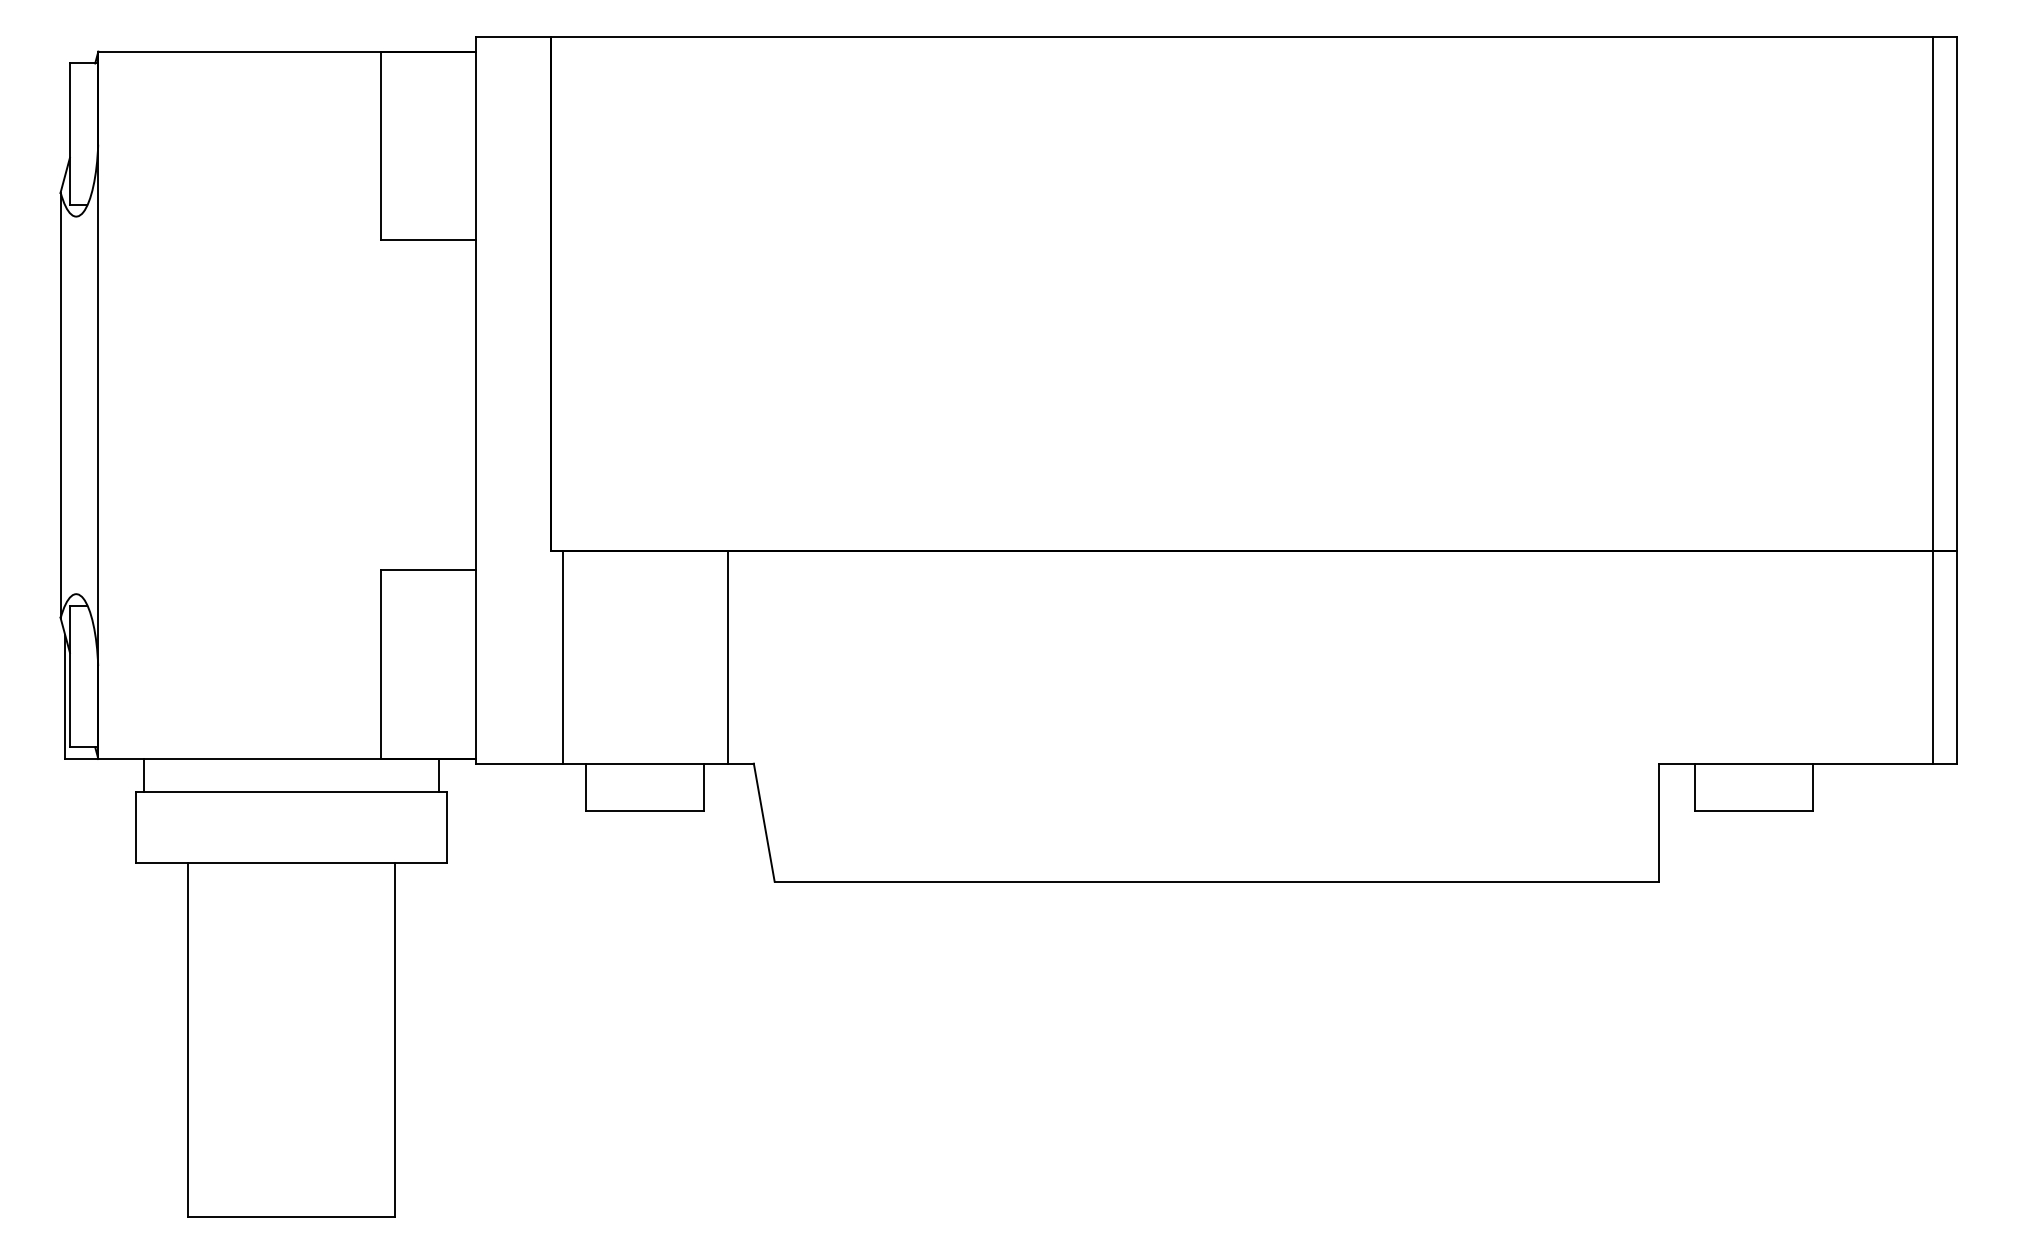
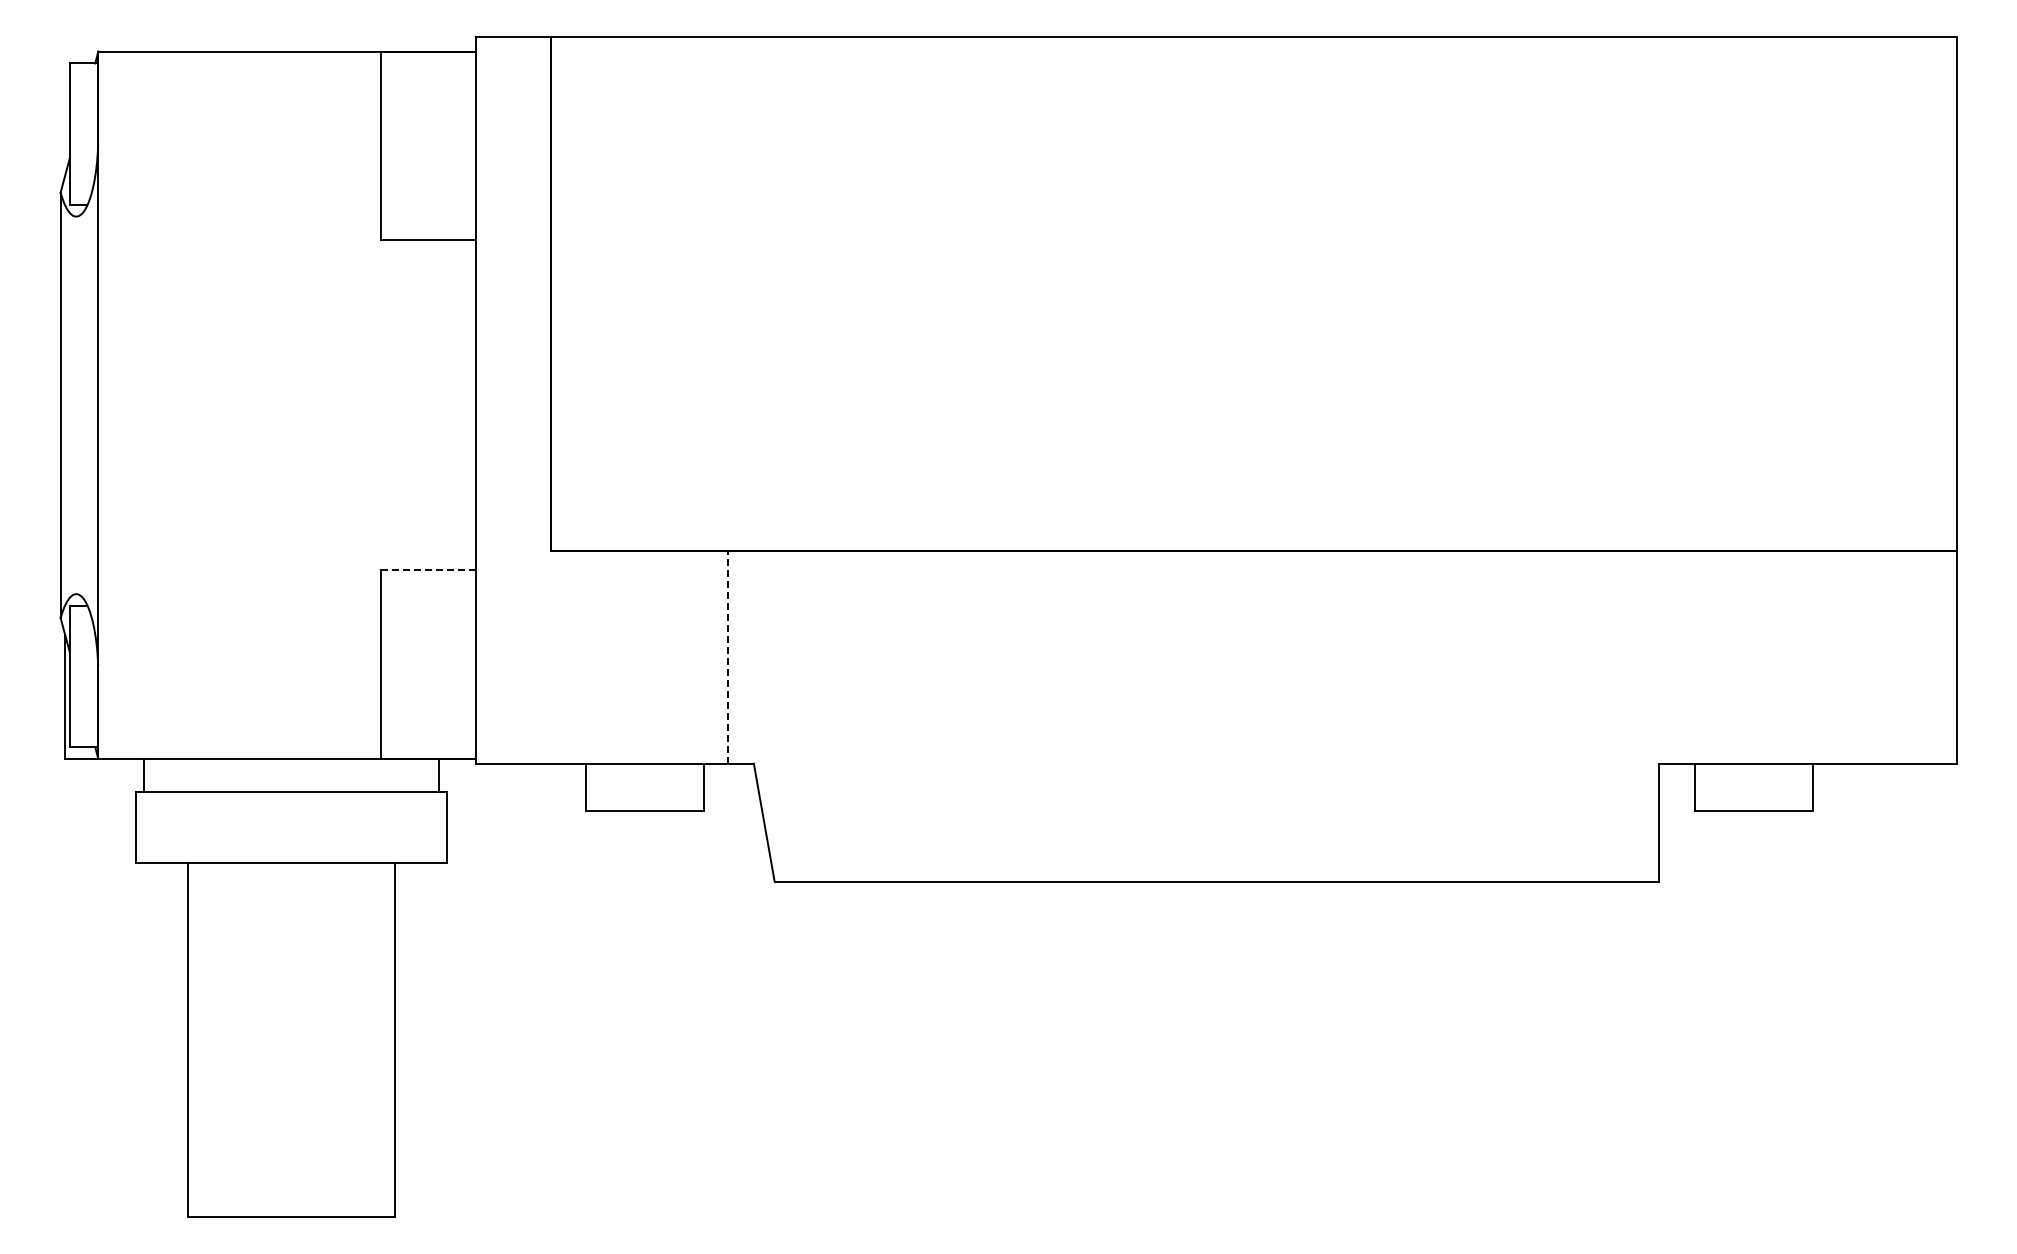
line at (1932, 400): present -> none
line at (427, 570): solid -> dashed
line at (562, 657): present -> none
line at (727, 657): solid -> dashed
